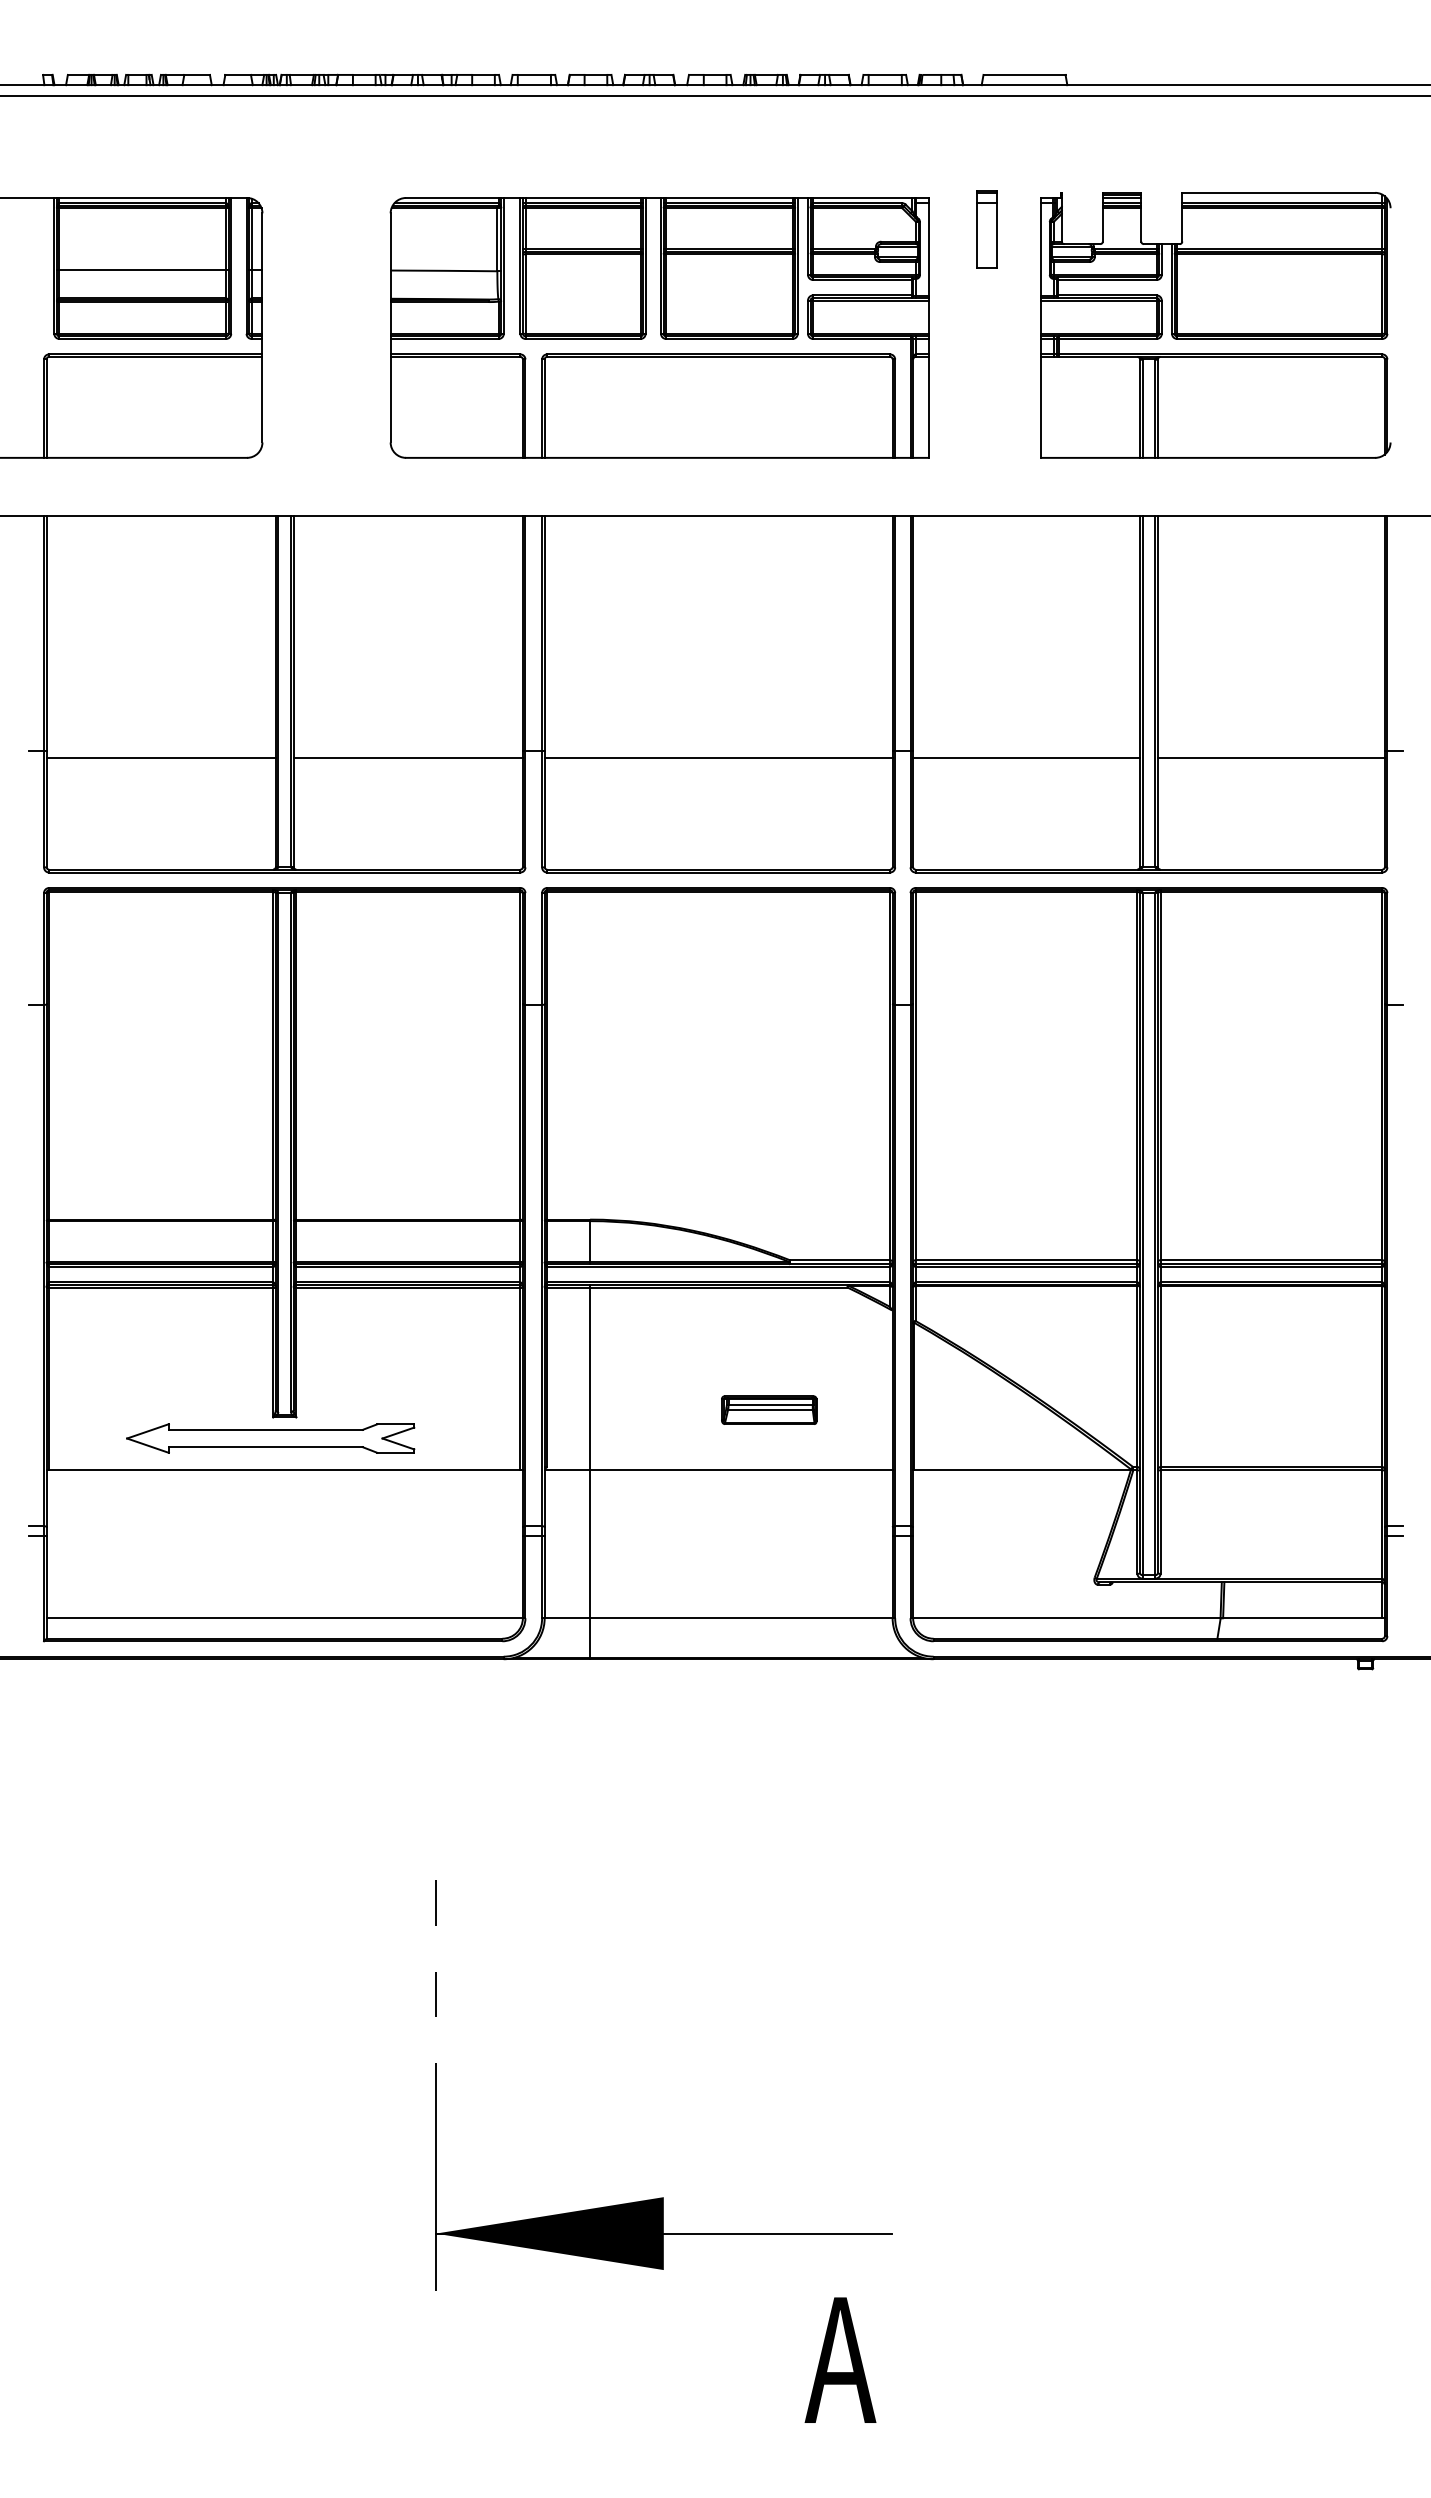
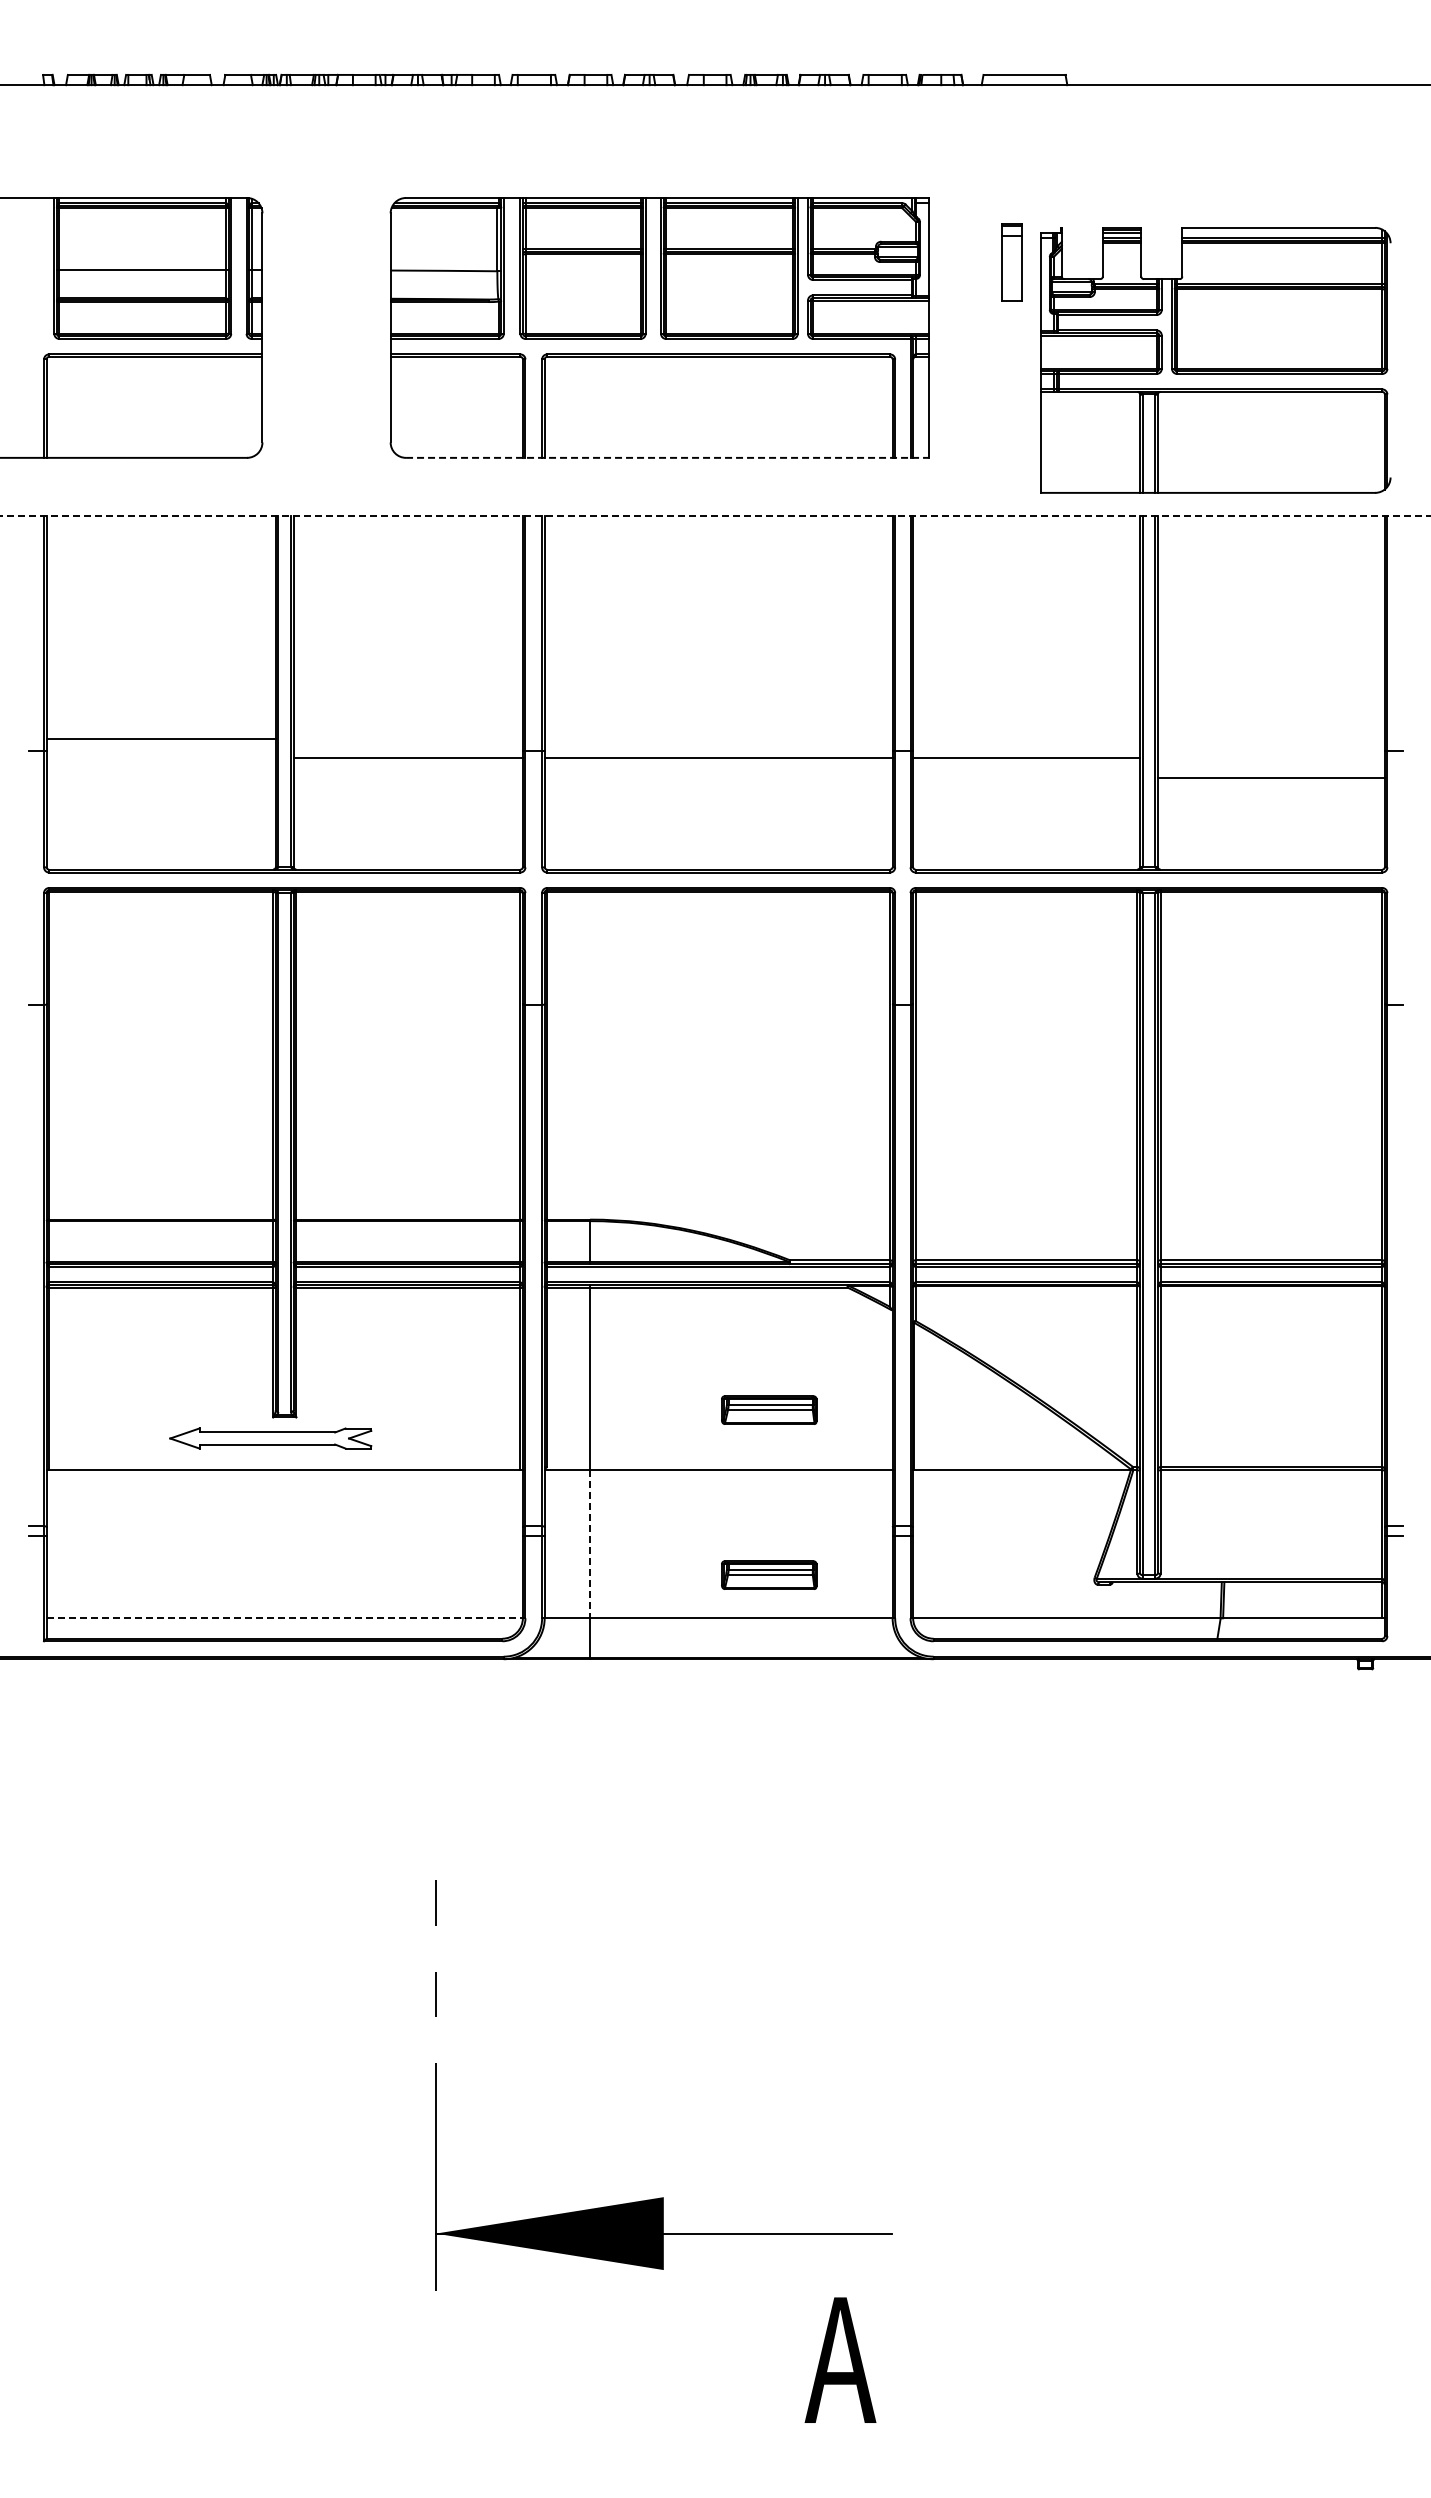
line at (714, 95): present -> none
part at (986, 229) position: (986, 229) -> (1011, 262)
part at (1215, 325) position: (1215, 325) -> (1215, 360)
line at (667, 457): solid -> dashed
line at (715, 515): solid -> dashed
line at (160, 758) position: (160, 758) -> (160, 739)
line at (1270, 758) position: (1270, 758) -> (1270, 778)
part at (270, 1438) size: 290x31 px -> 204x23 px
line at (590, 1544): solid -> dashed
part at (769, 1574): none -> present
line at (285, 1618): solid -> dashed
